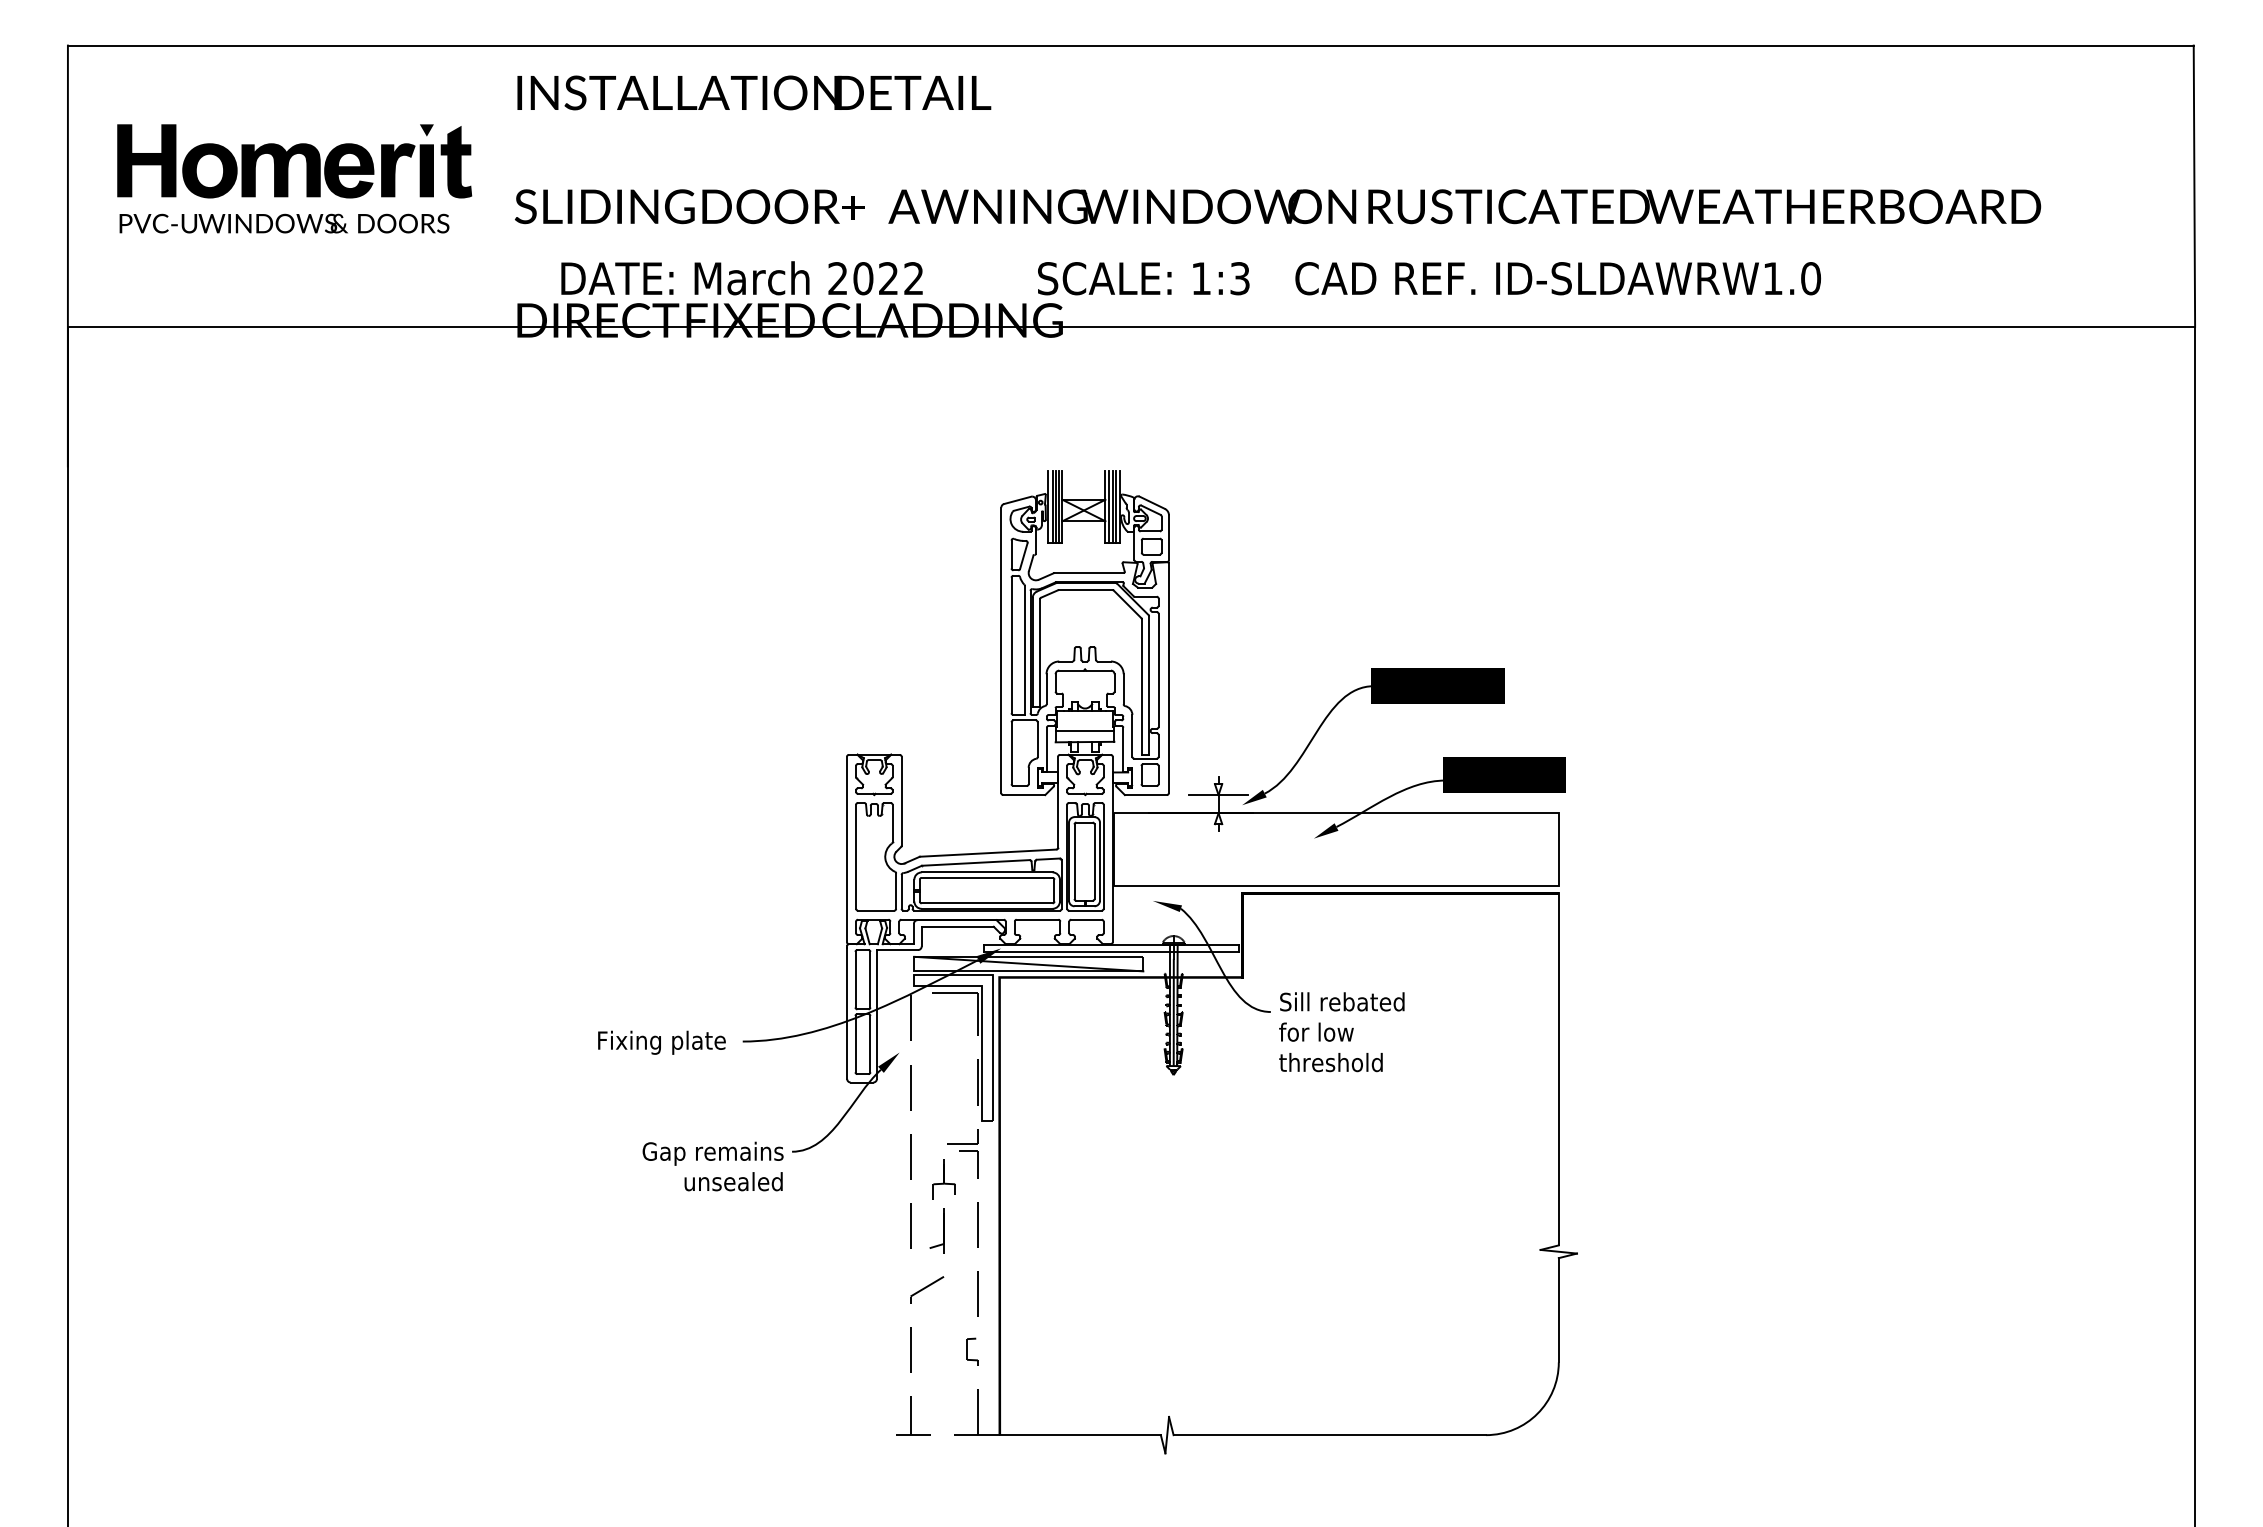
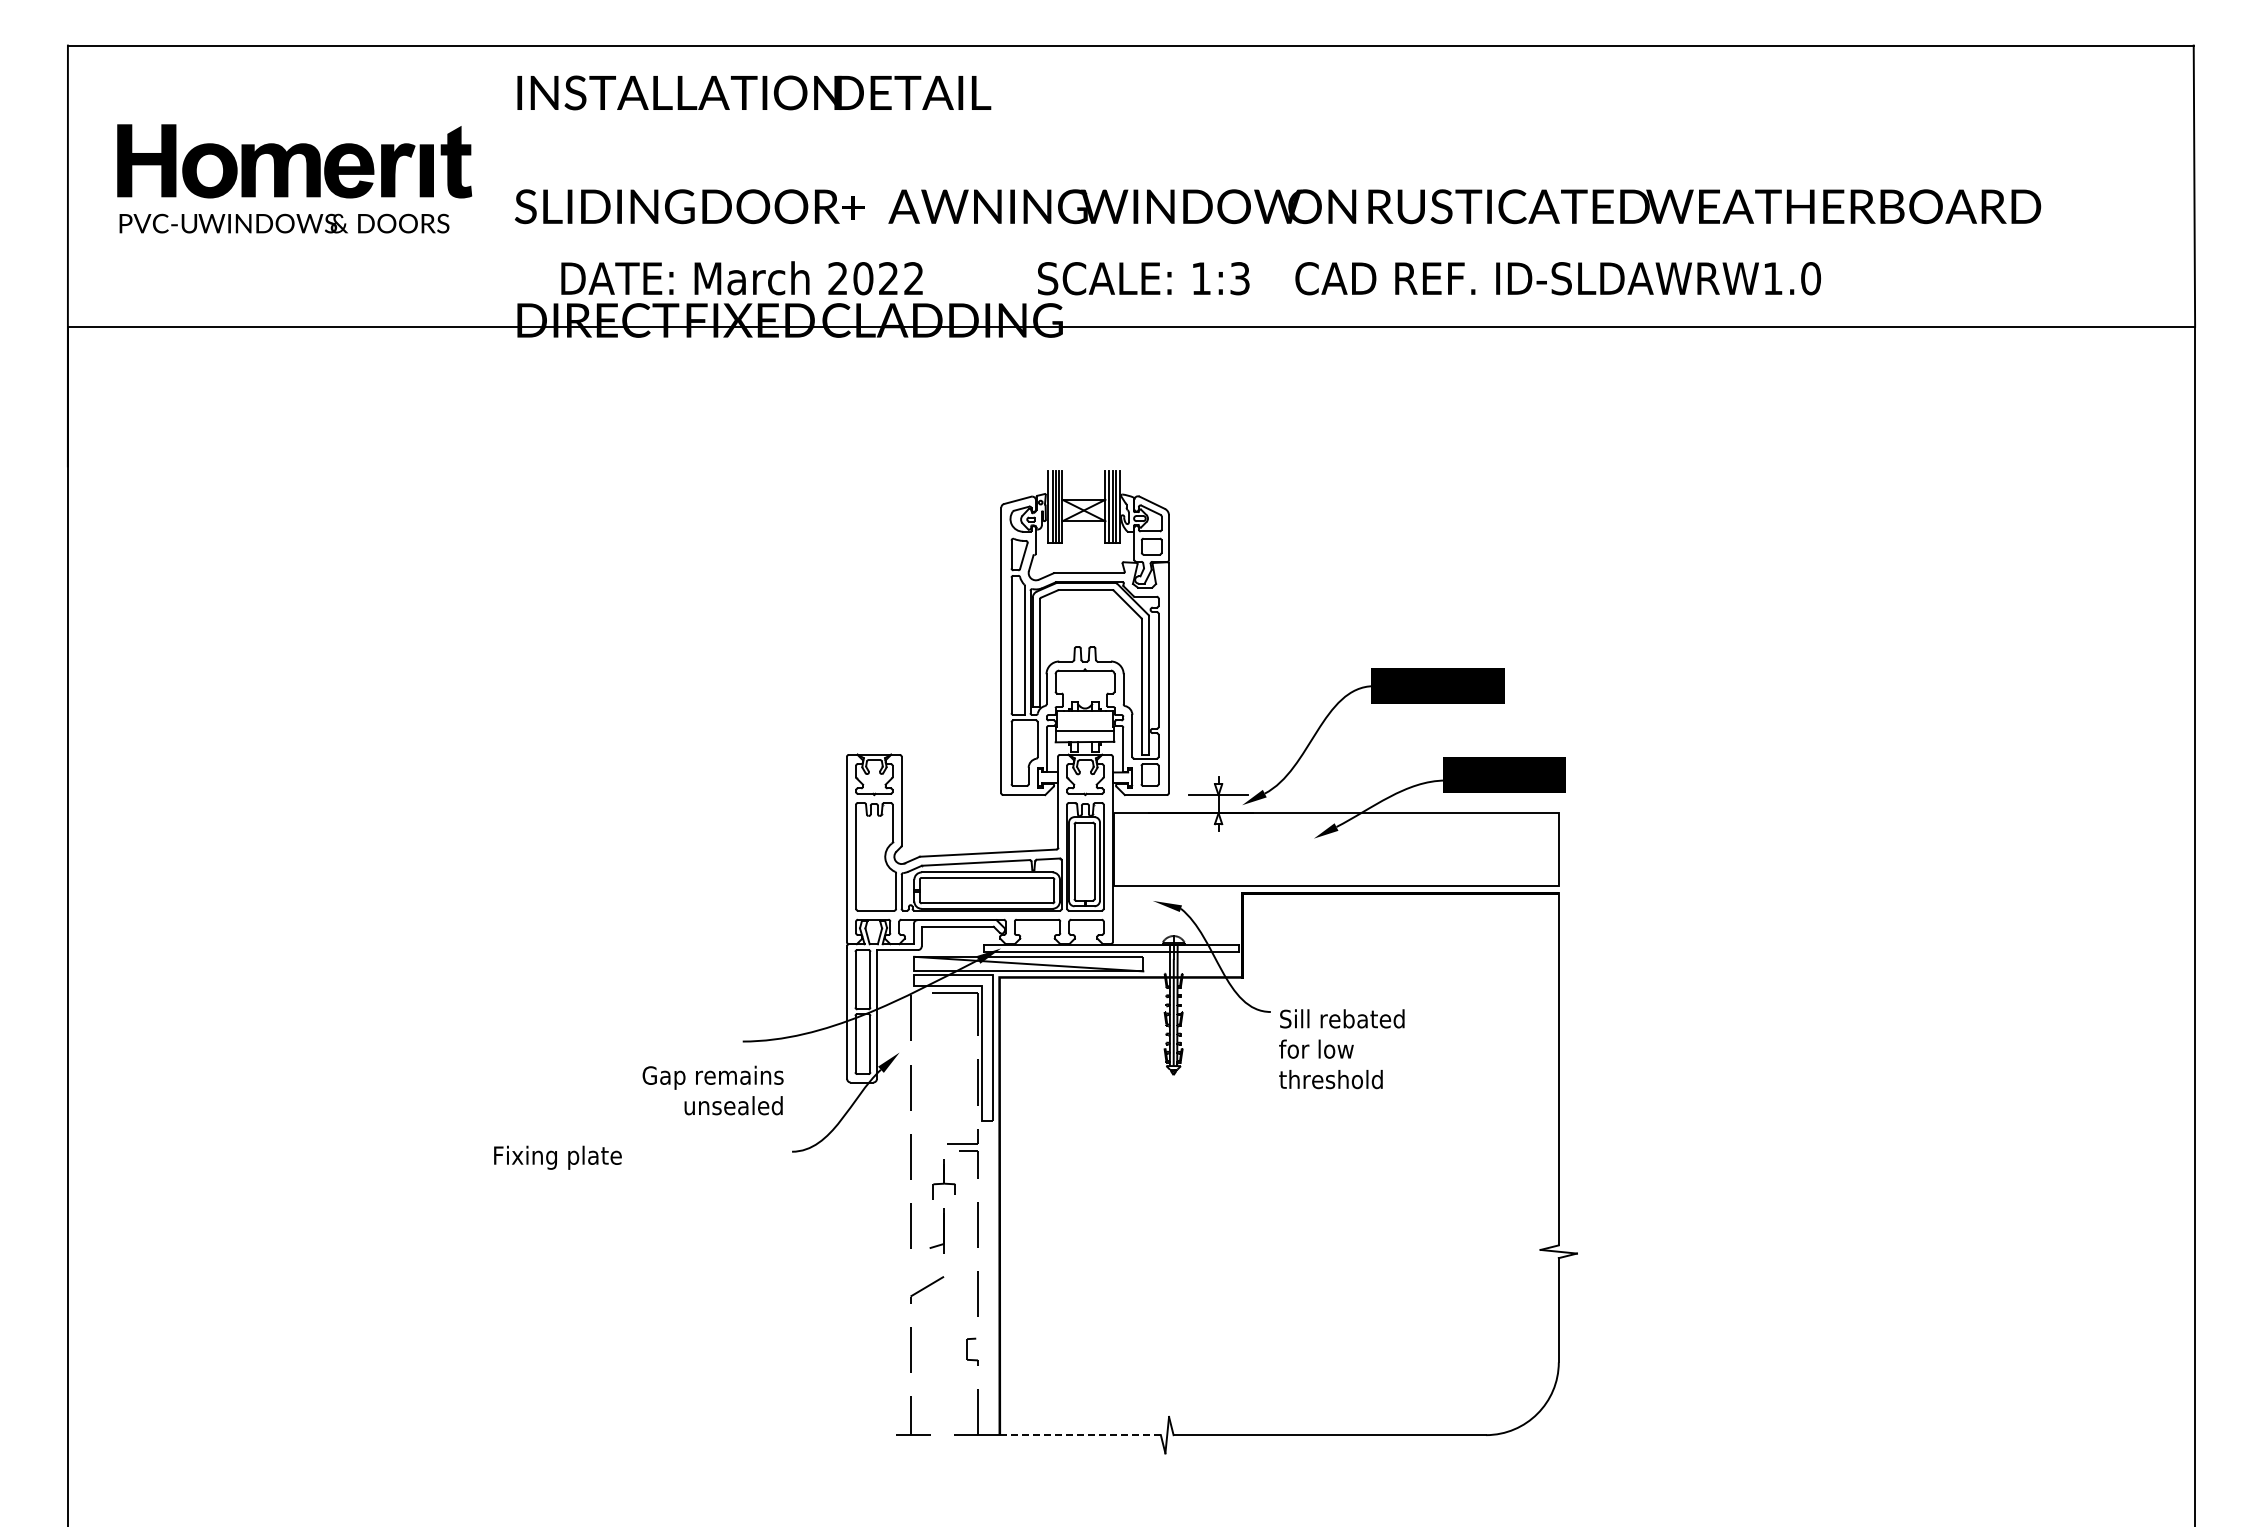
fill at (426, 130): present -> none
text at (1341, 1032) position: (1341, 1032) -> (1341, 1049)
text at (661, 1042) position: (661, 1042) -> (557, 1157)
text at (712, 1166) position: (712, 1166) -> (712, 1090)
line at (1080, 1435): solid -> dashed
